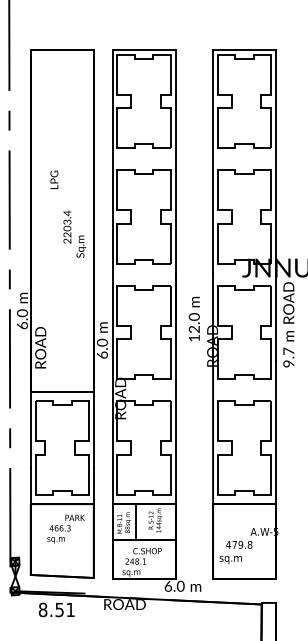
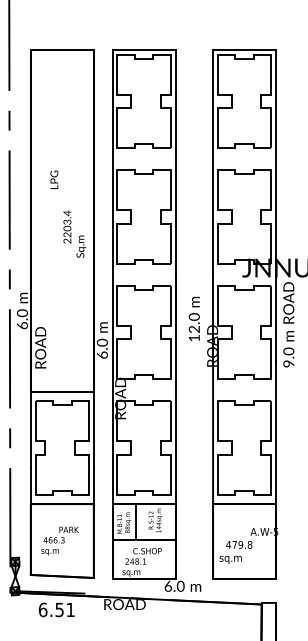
text at (288, 351): 9.7 -> 9.0
text at (65, 528) position: (65, 528) -> (59, 540)
text at (42, 609): 8.51 -> 6.51
